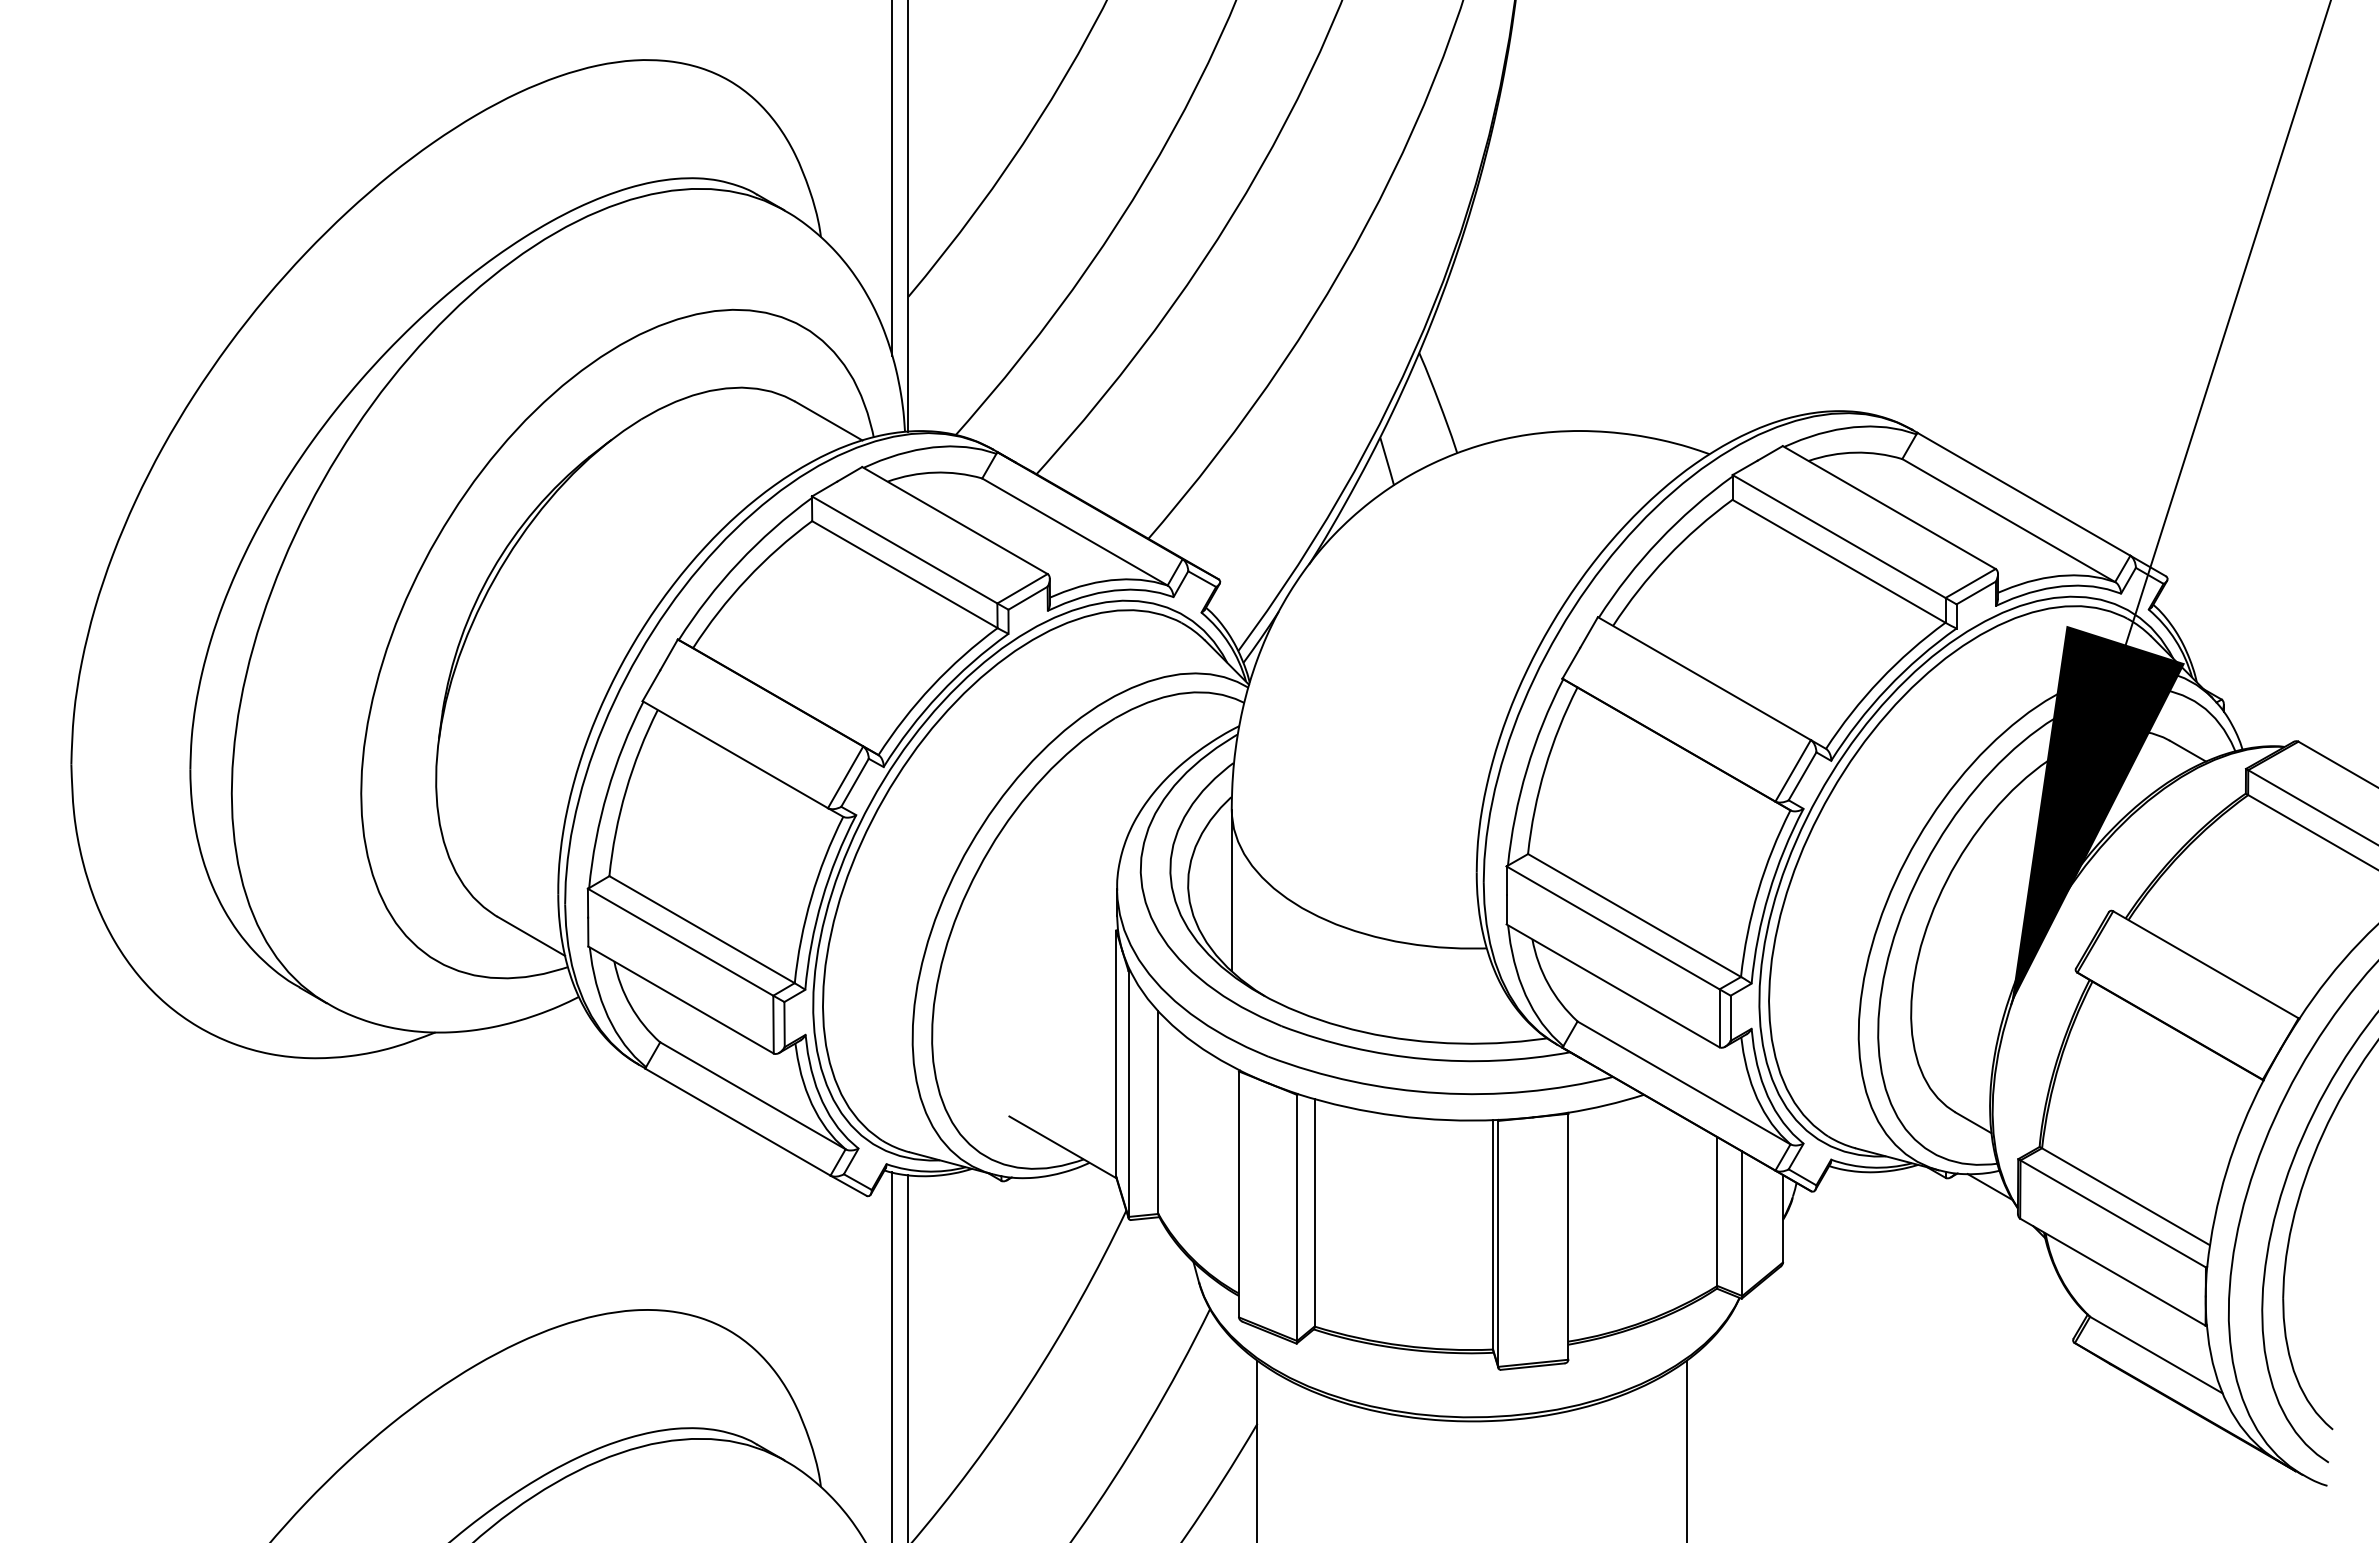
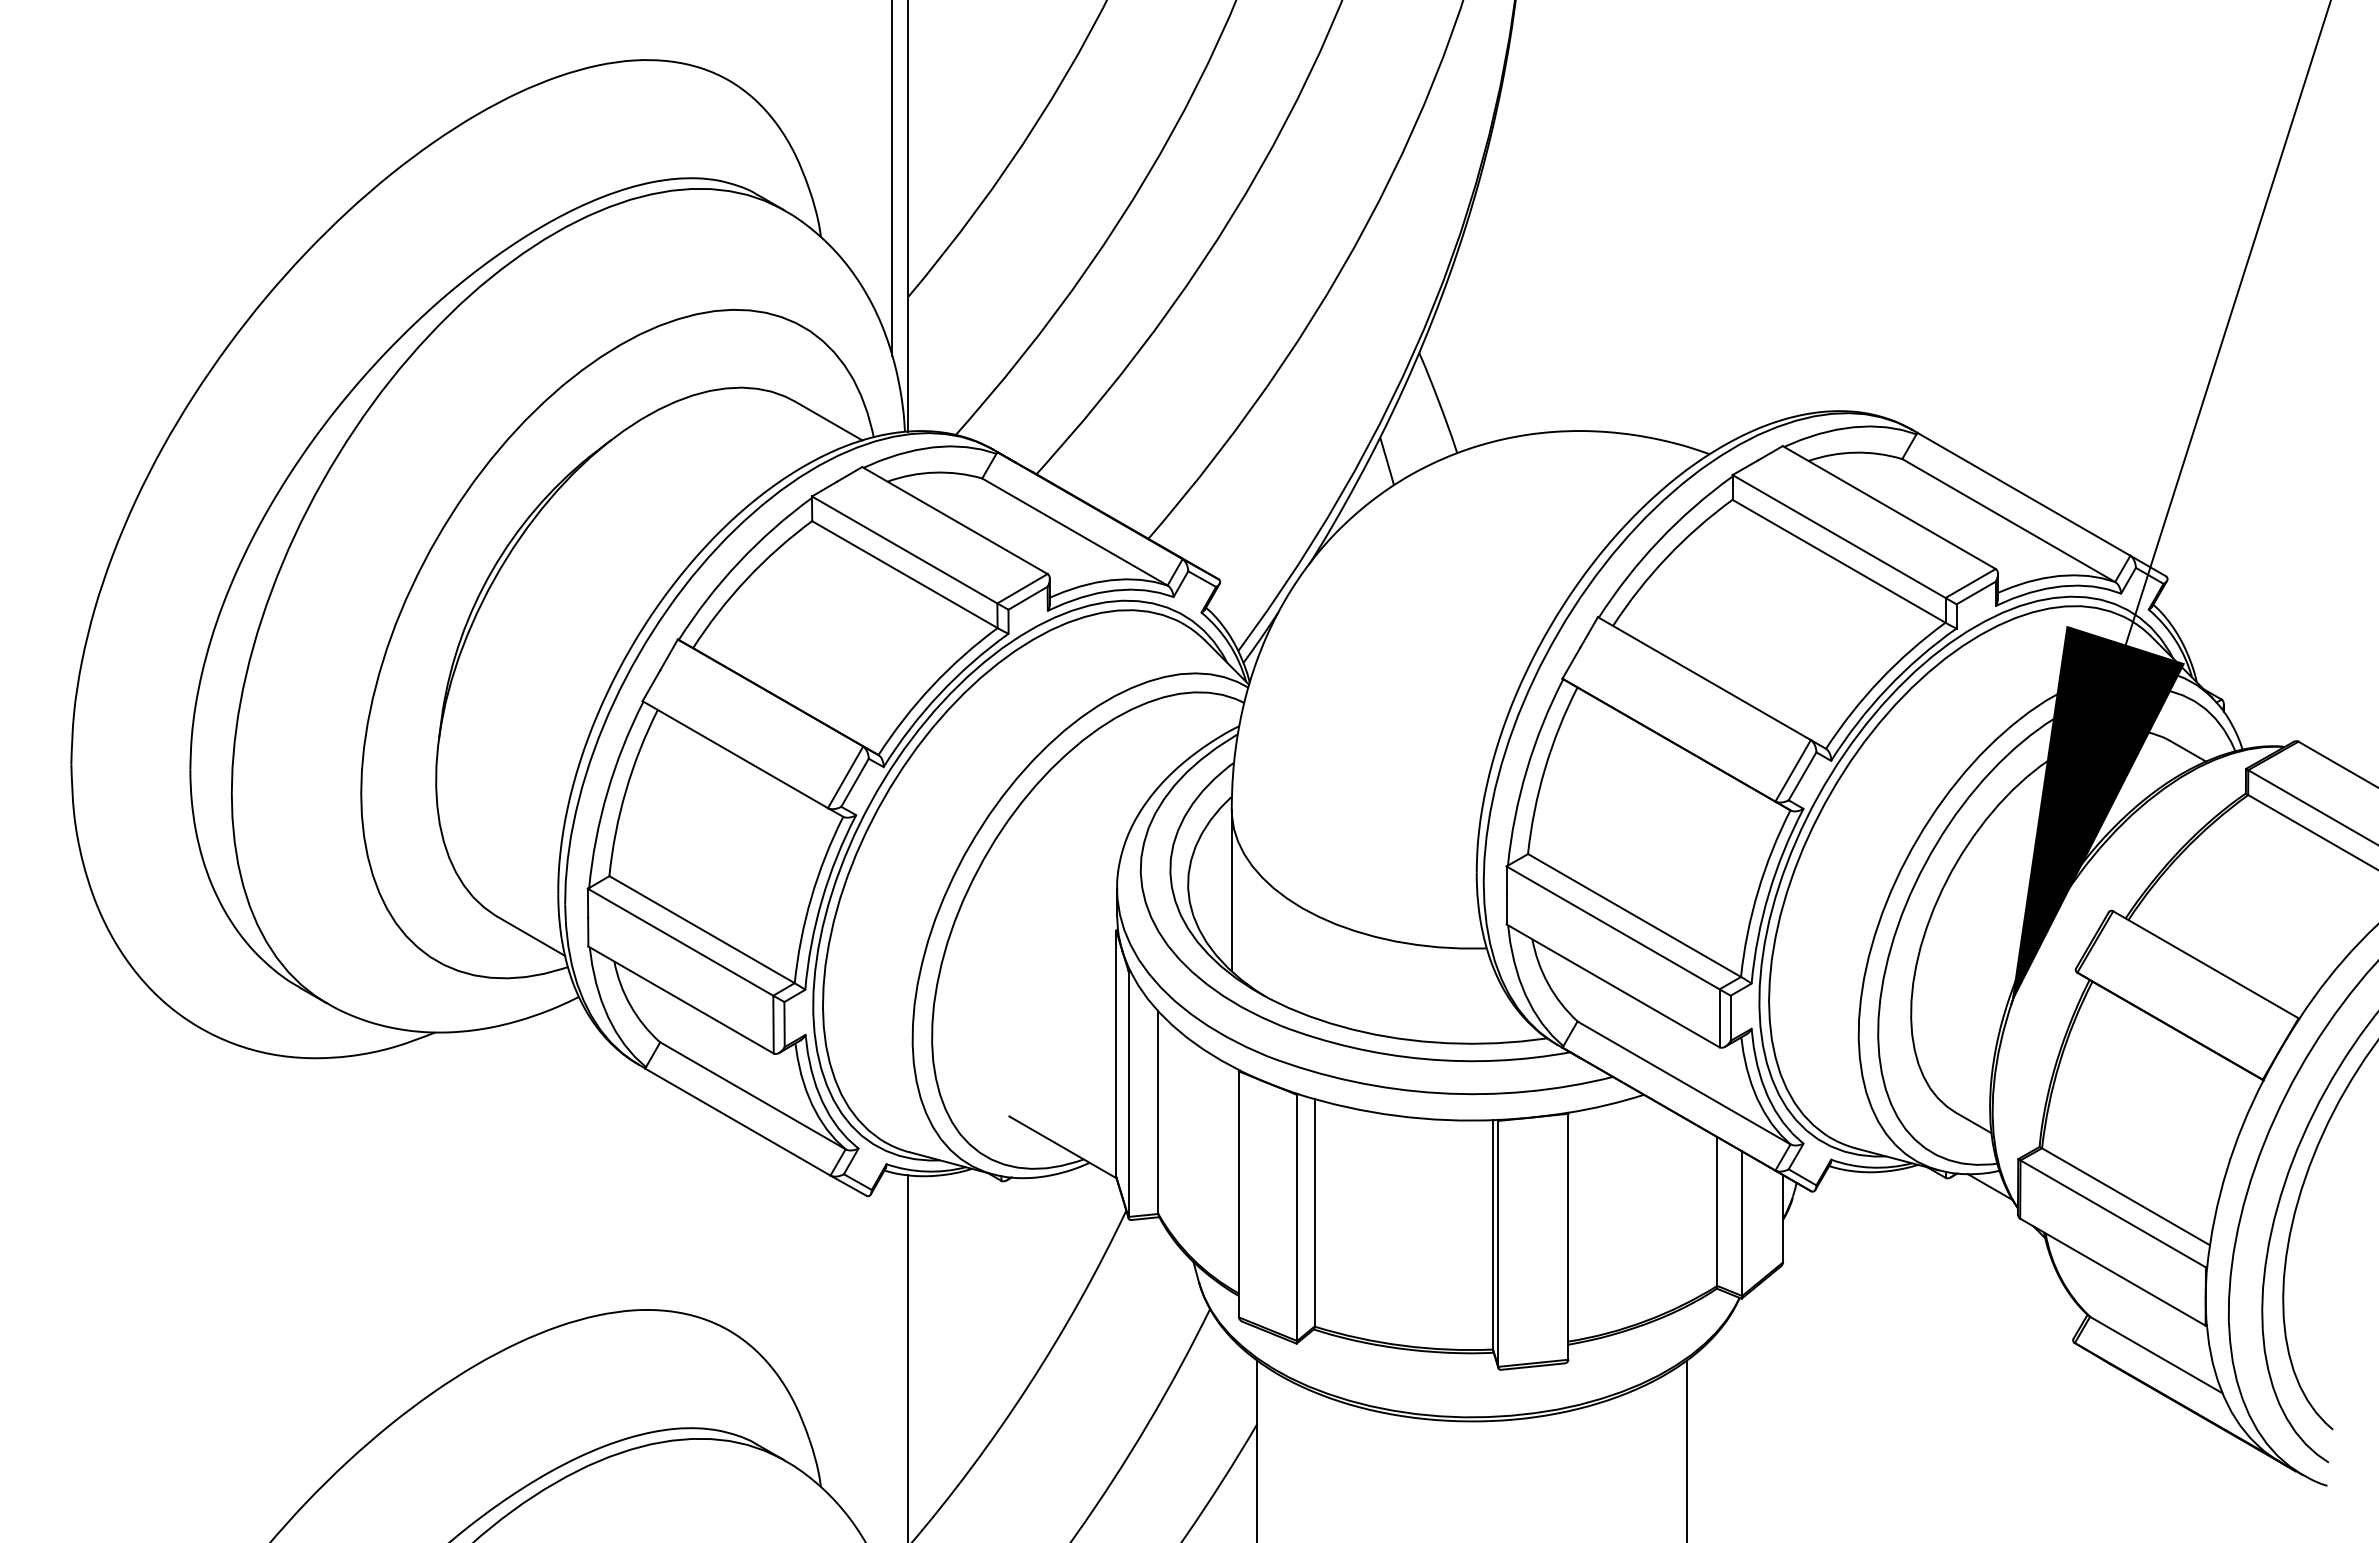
line at (892, 1355): present -> none
